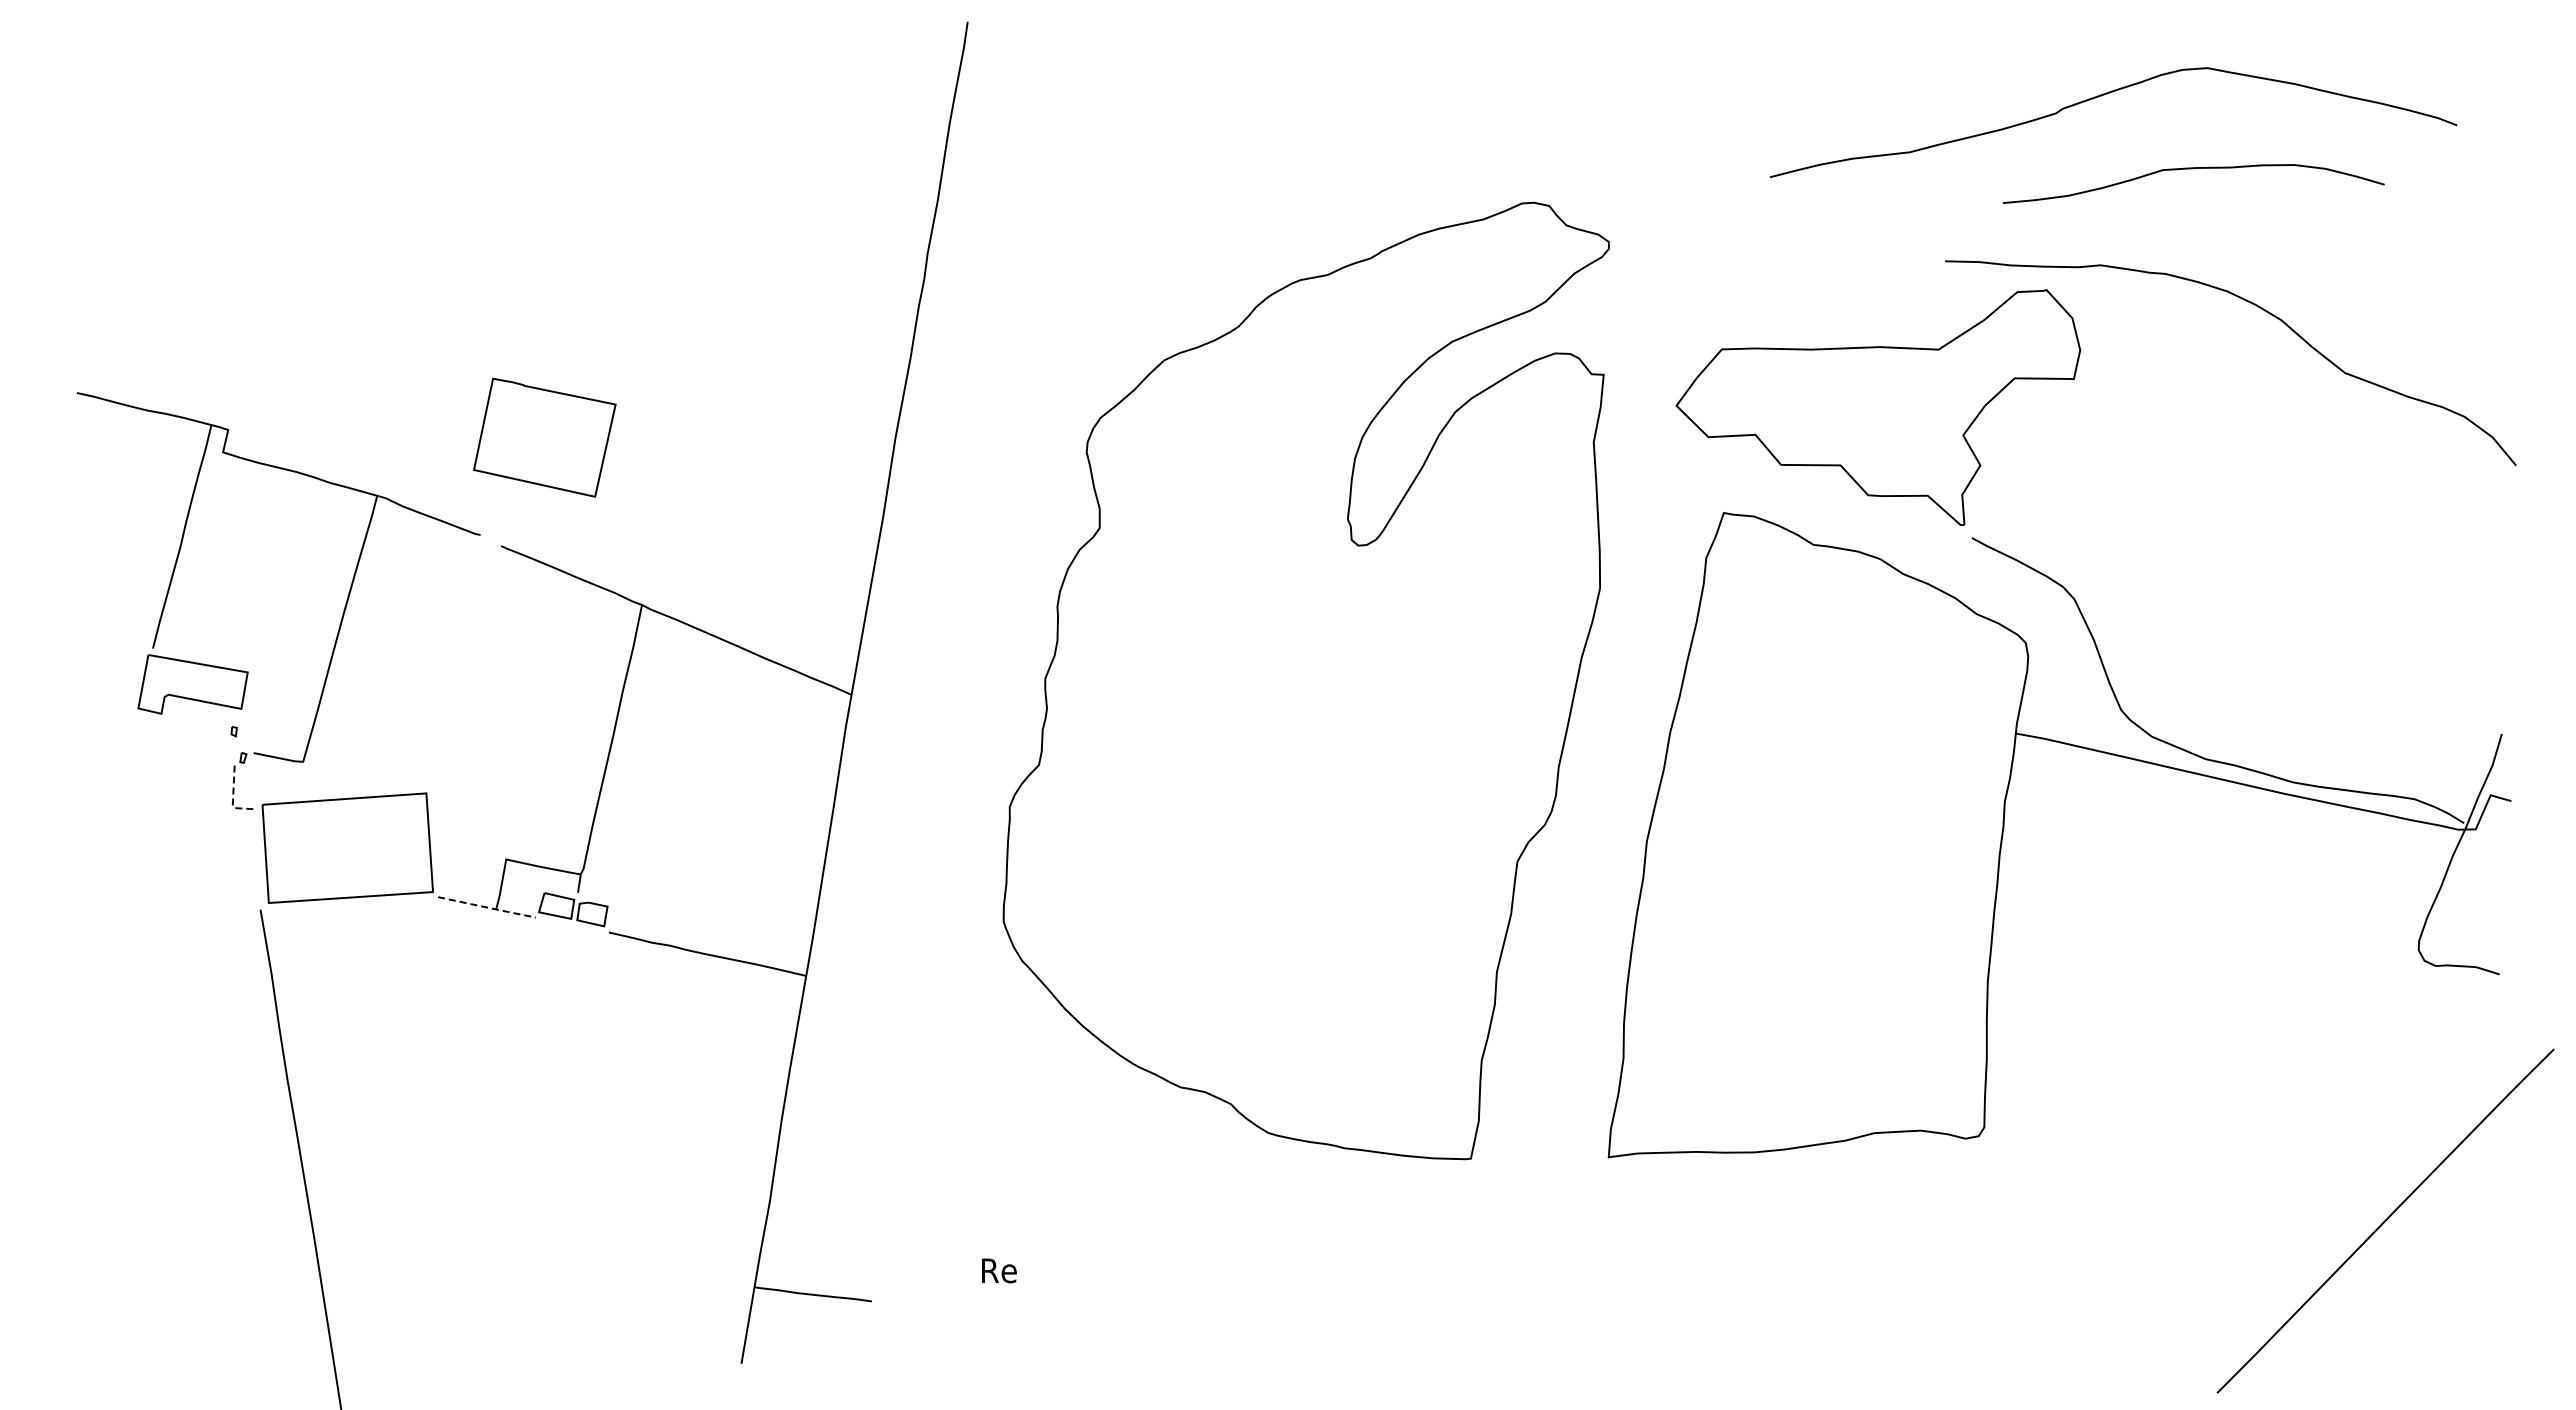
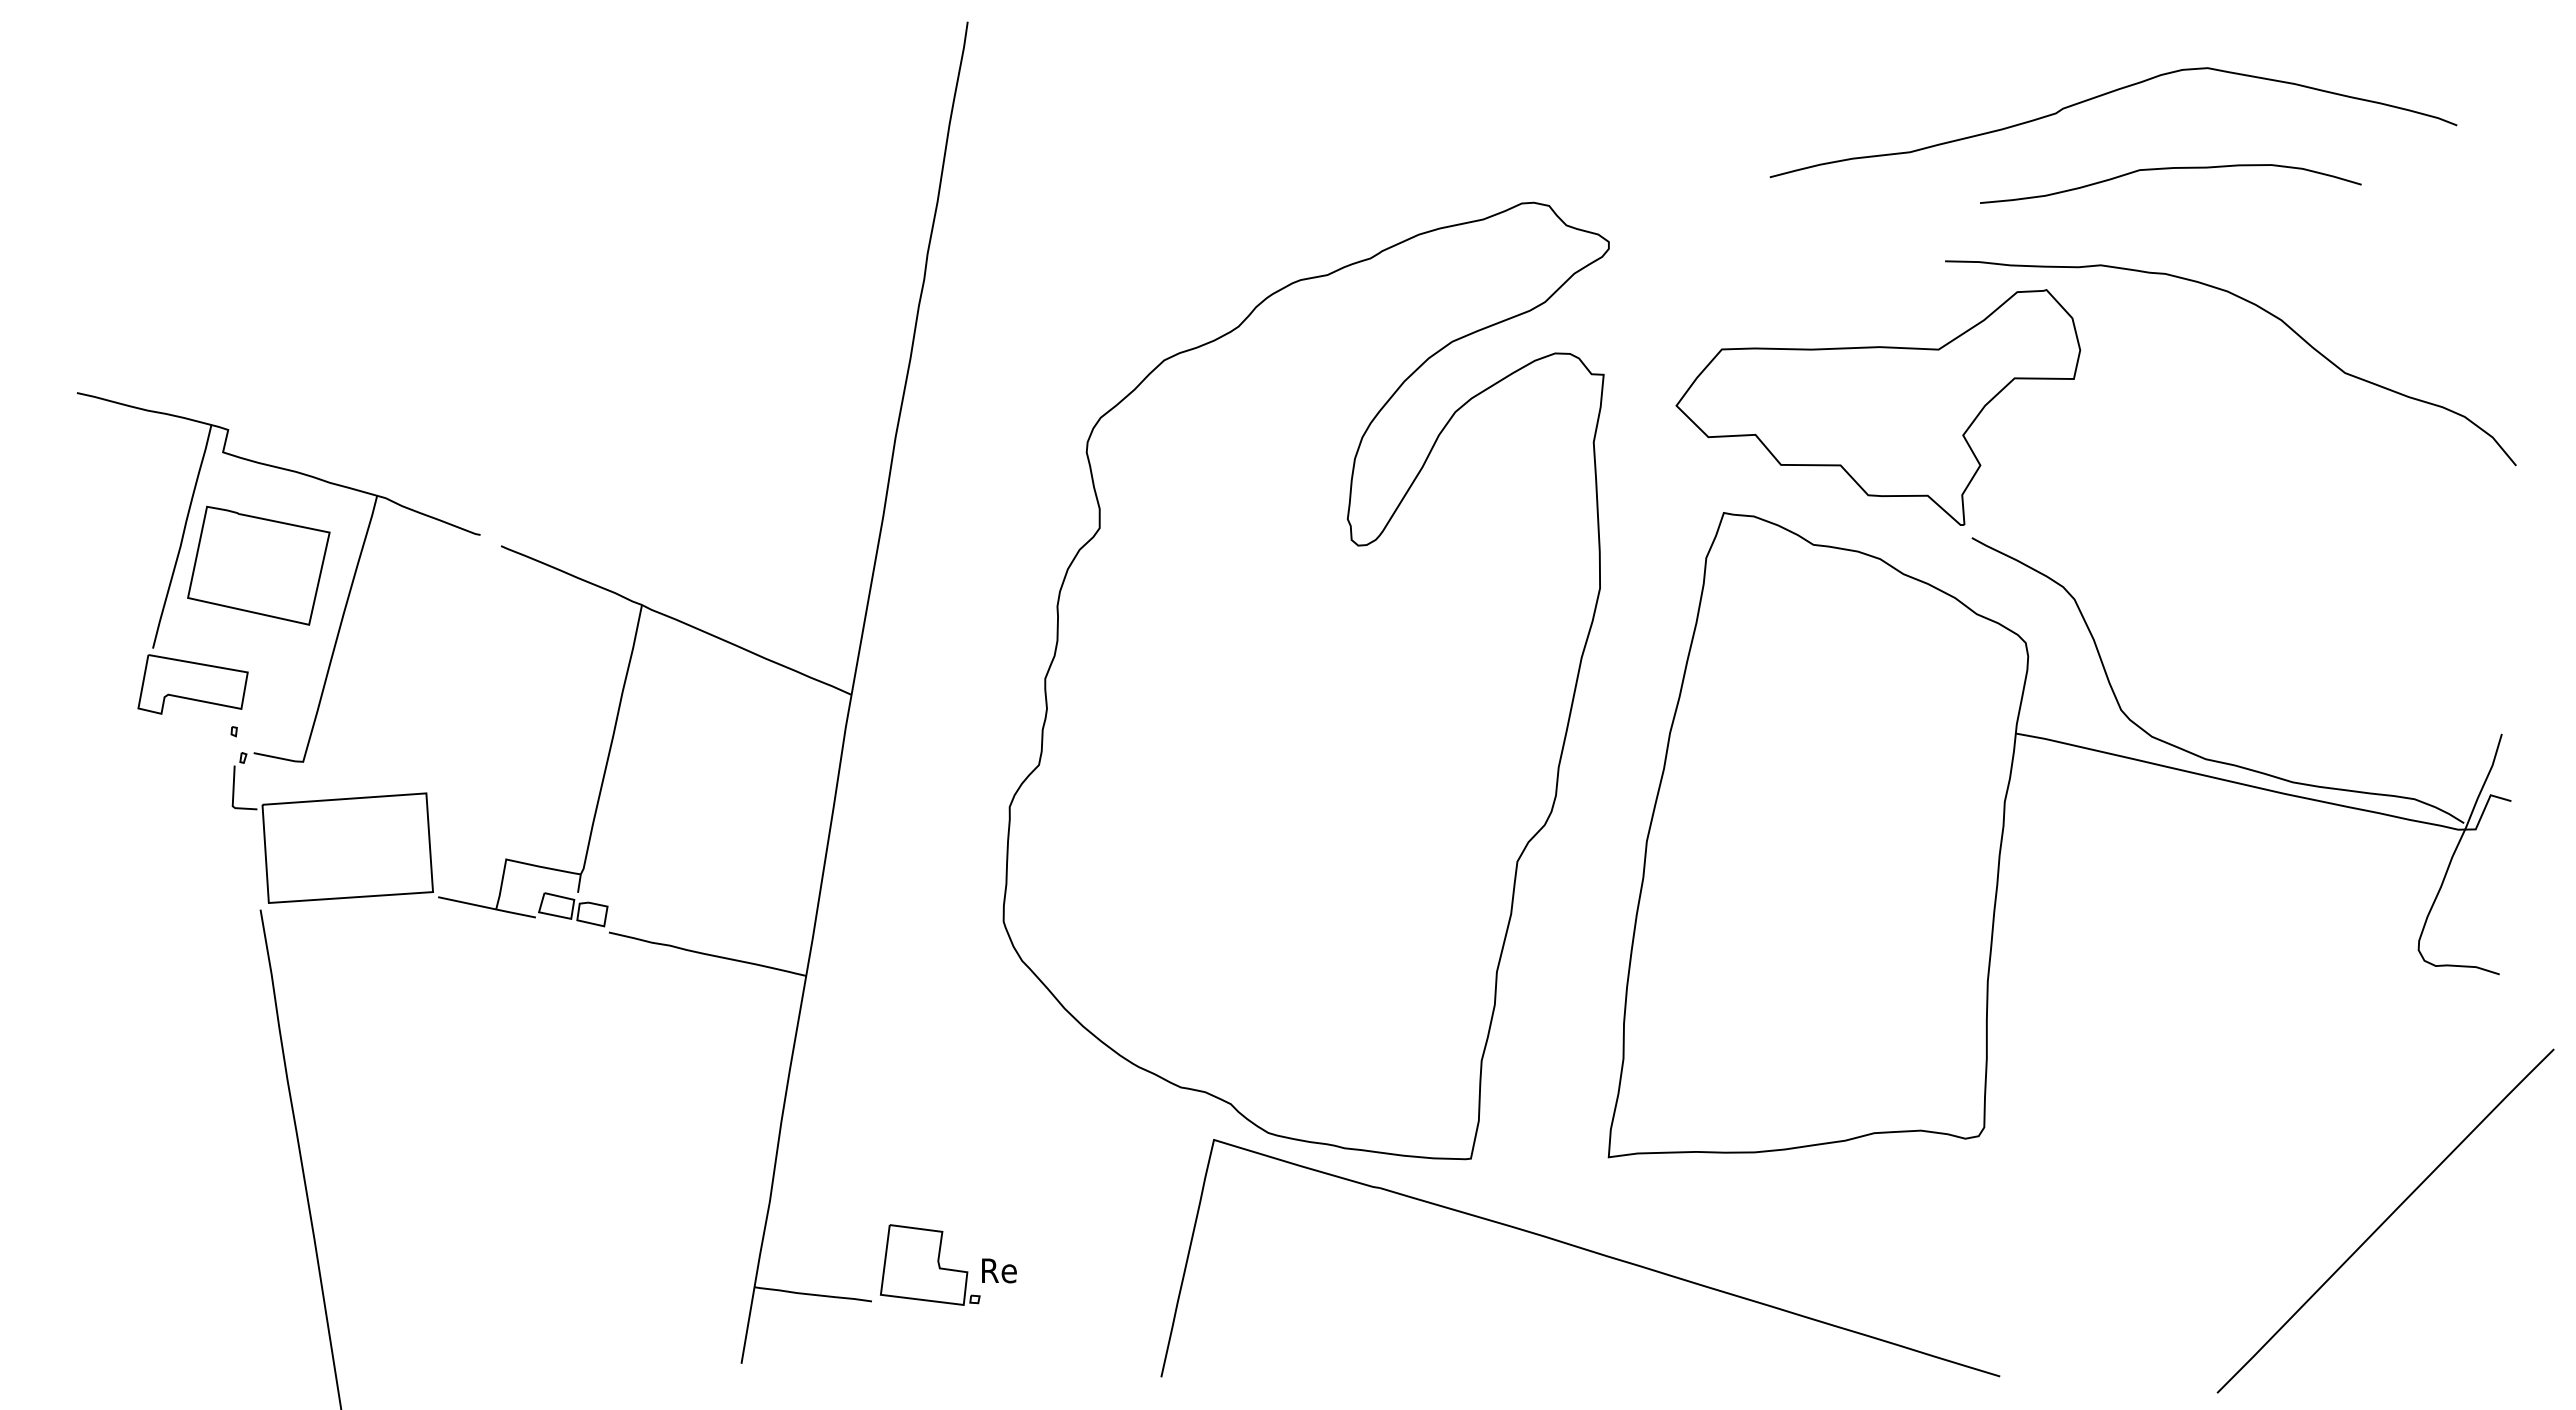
curve at (2193, 169) position: (2193, 169) -> (2170, 169)
part at (544, 437) position: (544, 437) -> (258, 565)
line at (233, 800): dashed -> solid
line at (487, 907): dashed -> solid
part at (1581, 1249): none -> present
part at (930, 1264): none -> present
